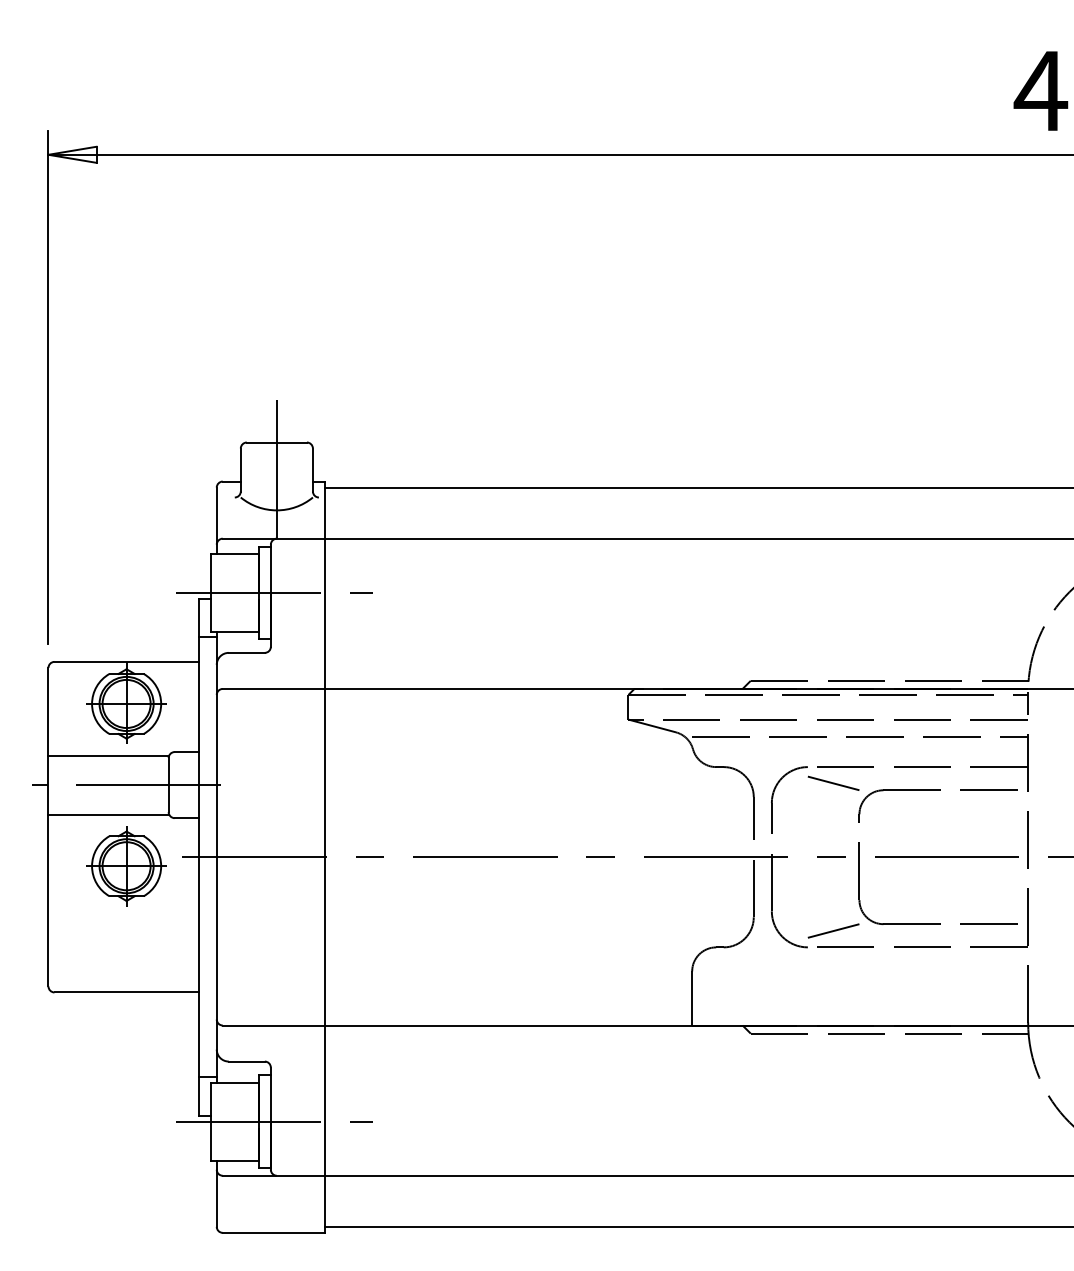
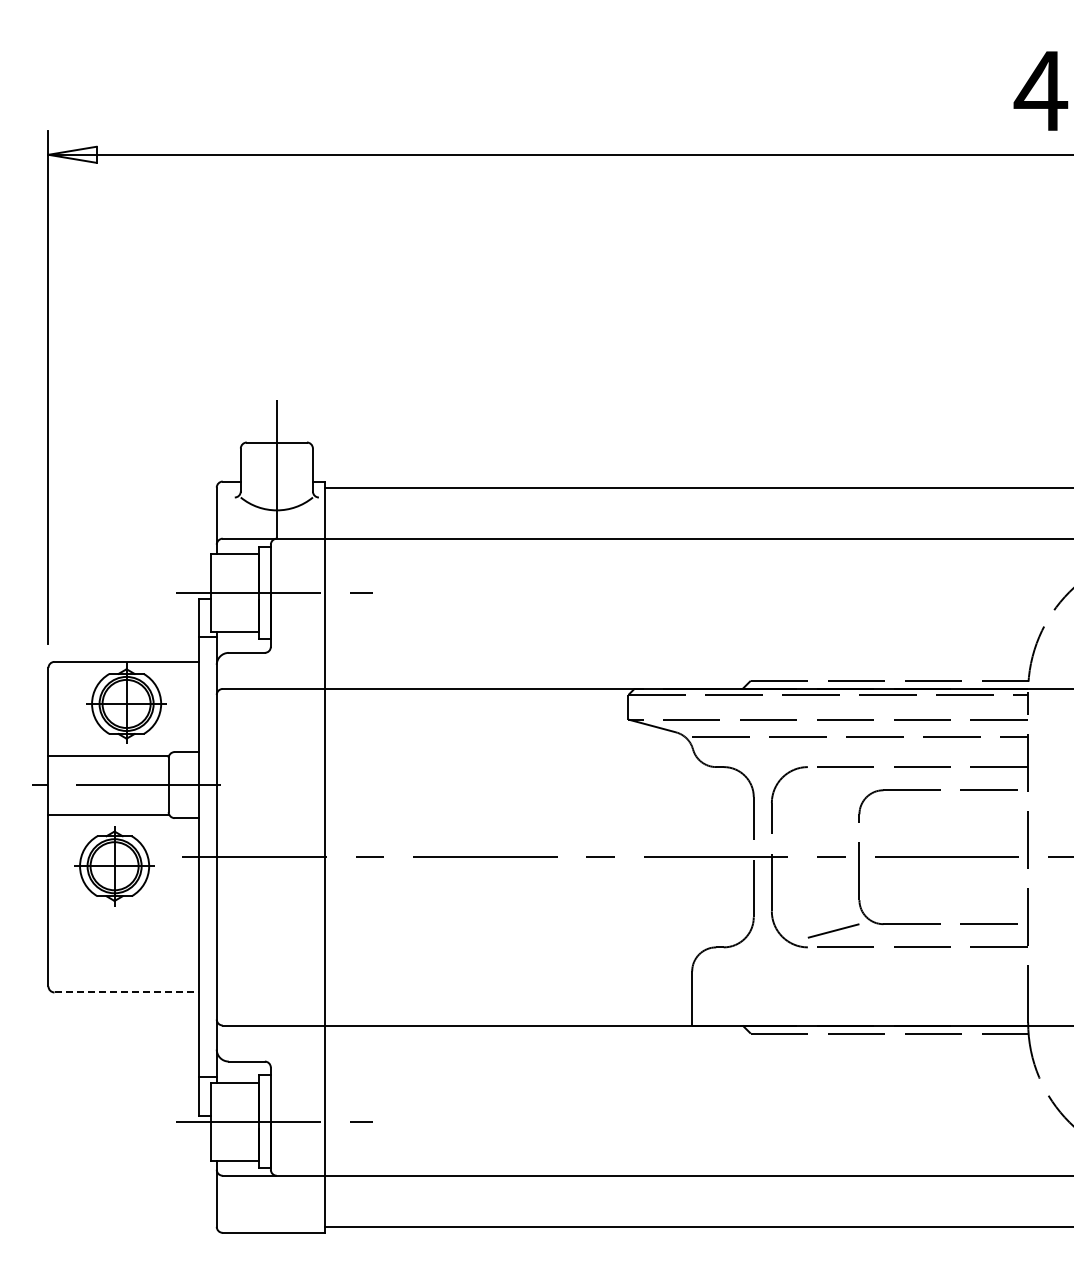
line at (833, 783): present -> none
part at (126, 866) position: (126, 866) -> (114, 866)
line at (127, 992): solid -> dashed
